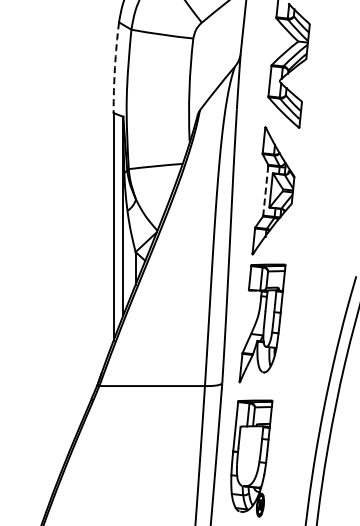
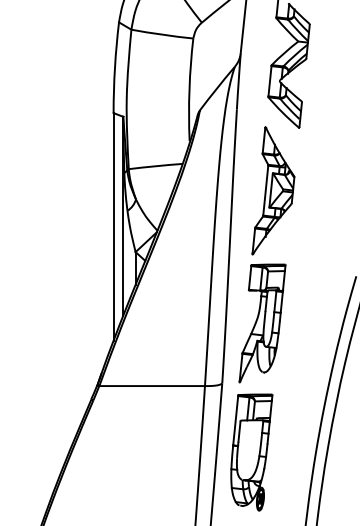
arc at (114, 67): dashed -> solid
line at (265, 191): dashed -> solid
part at (251, 458) position: (251, 458) -> (251, 452)
